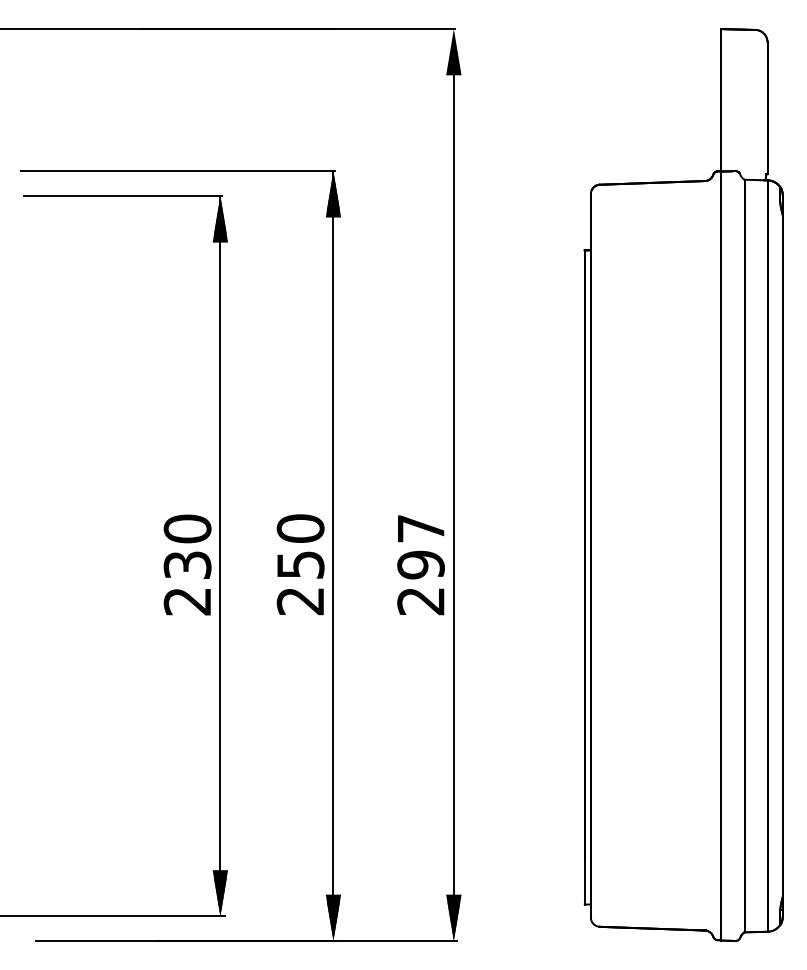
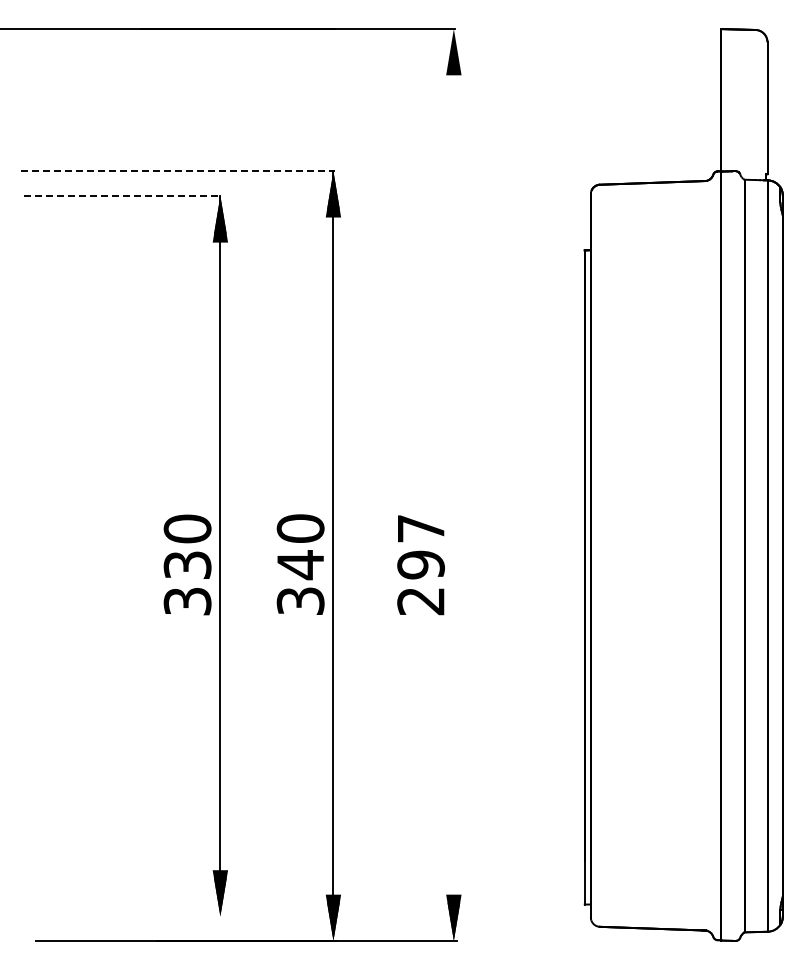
line at (178, 171): solid -> dashed
line at (123, 195): solid -> dashed
line at (453, 504): present -> none
text at (300, 582): 250 -> 340
text at (187, 601): 230 -> 330
line at (113, 916): present -> none
